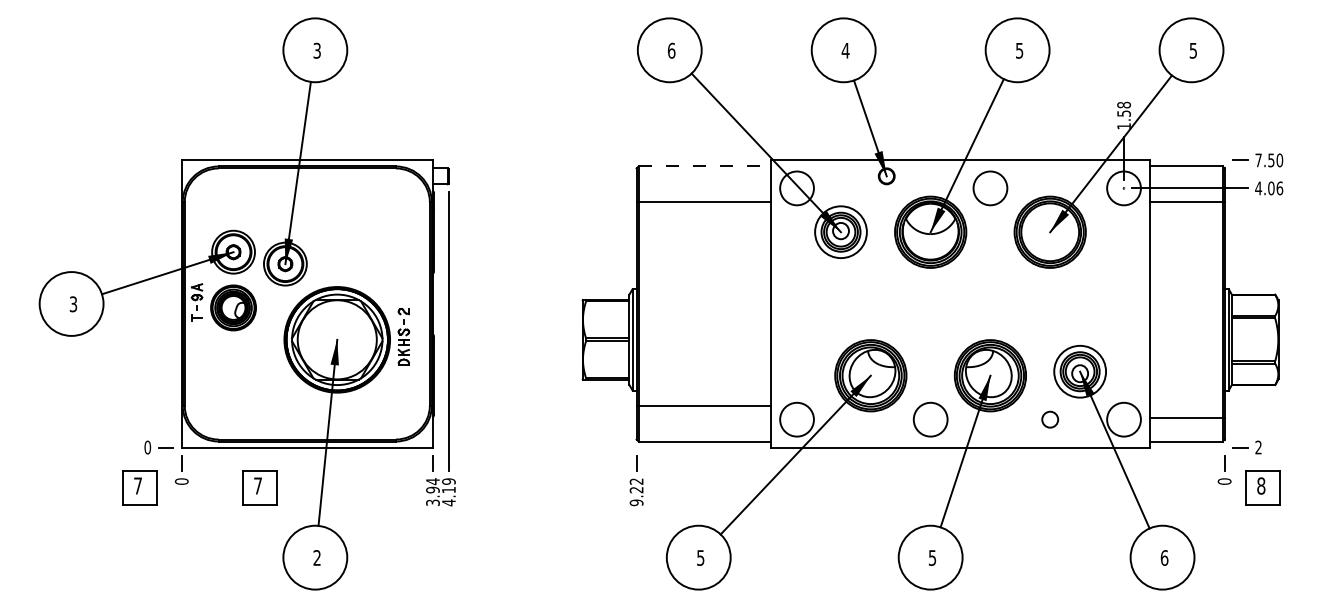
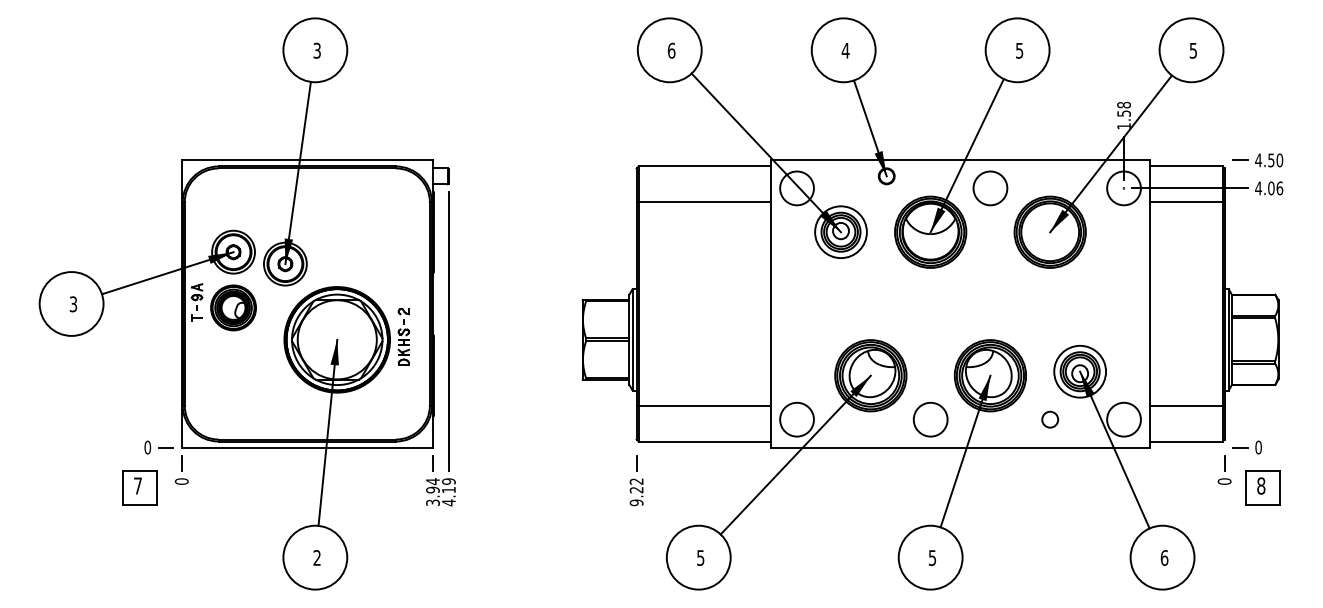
text at (1258, 160): 7.50 -> 4.50
line at (705, 166): dashed -> solid
line at (1186, 417) position: (1186, 417) -> (1186, 405)
text at (1258, 447): 2 -> 0
part at (259, 487): present -> none
